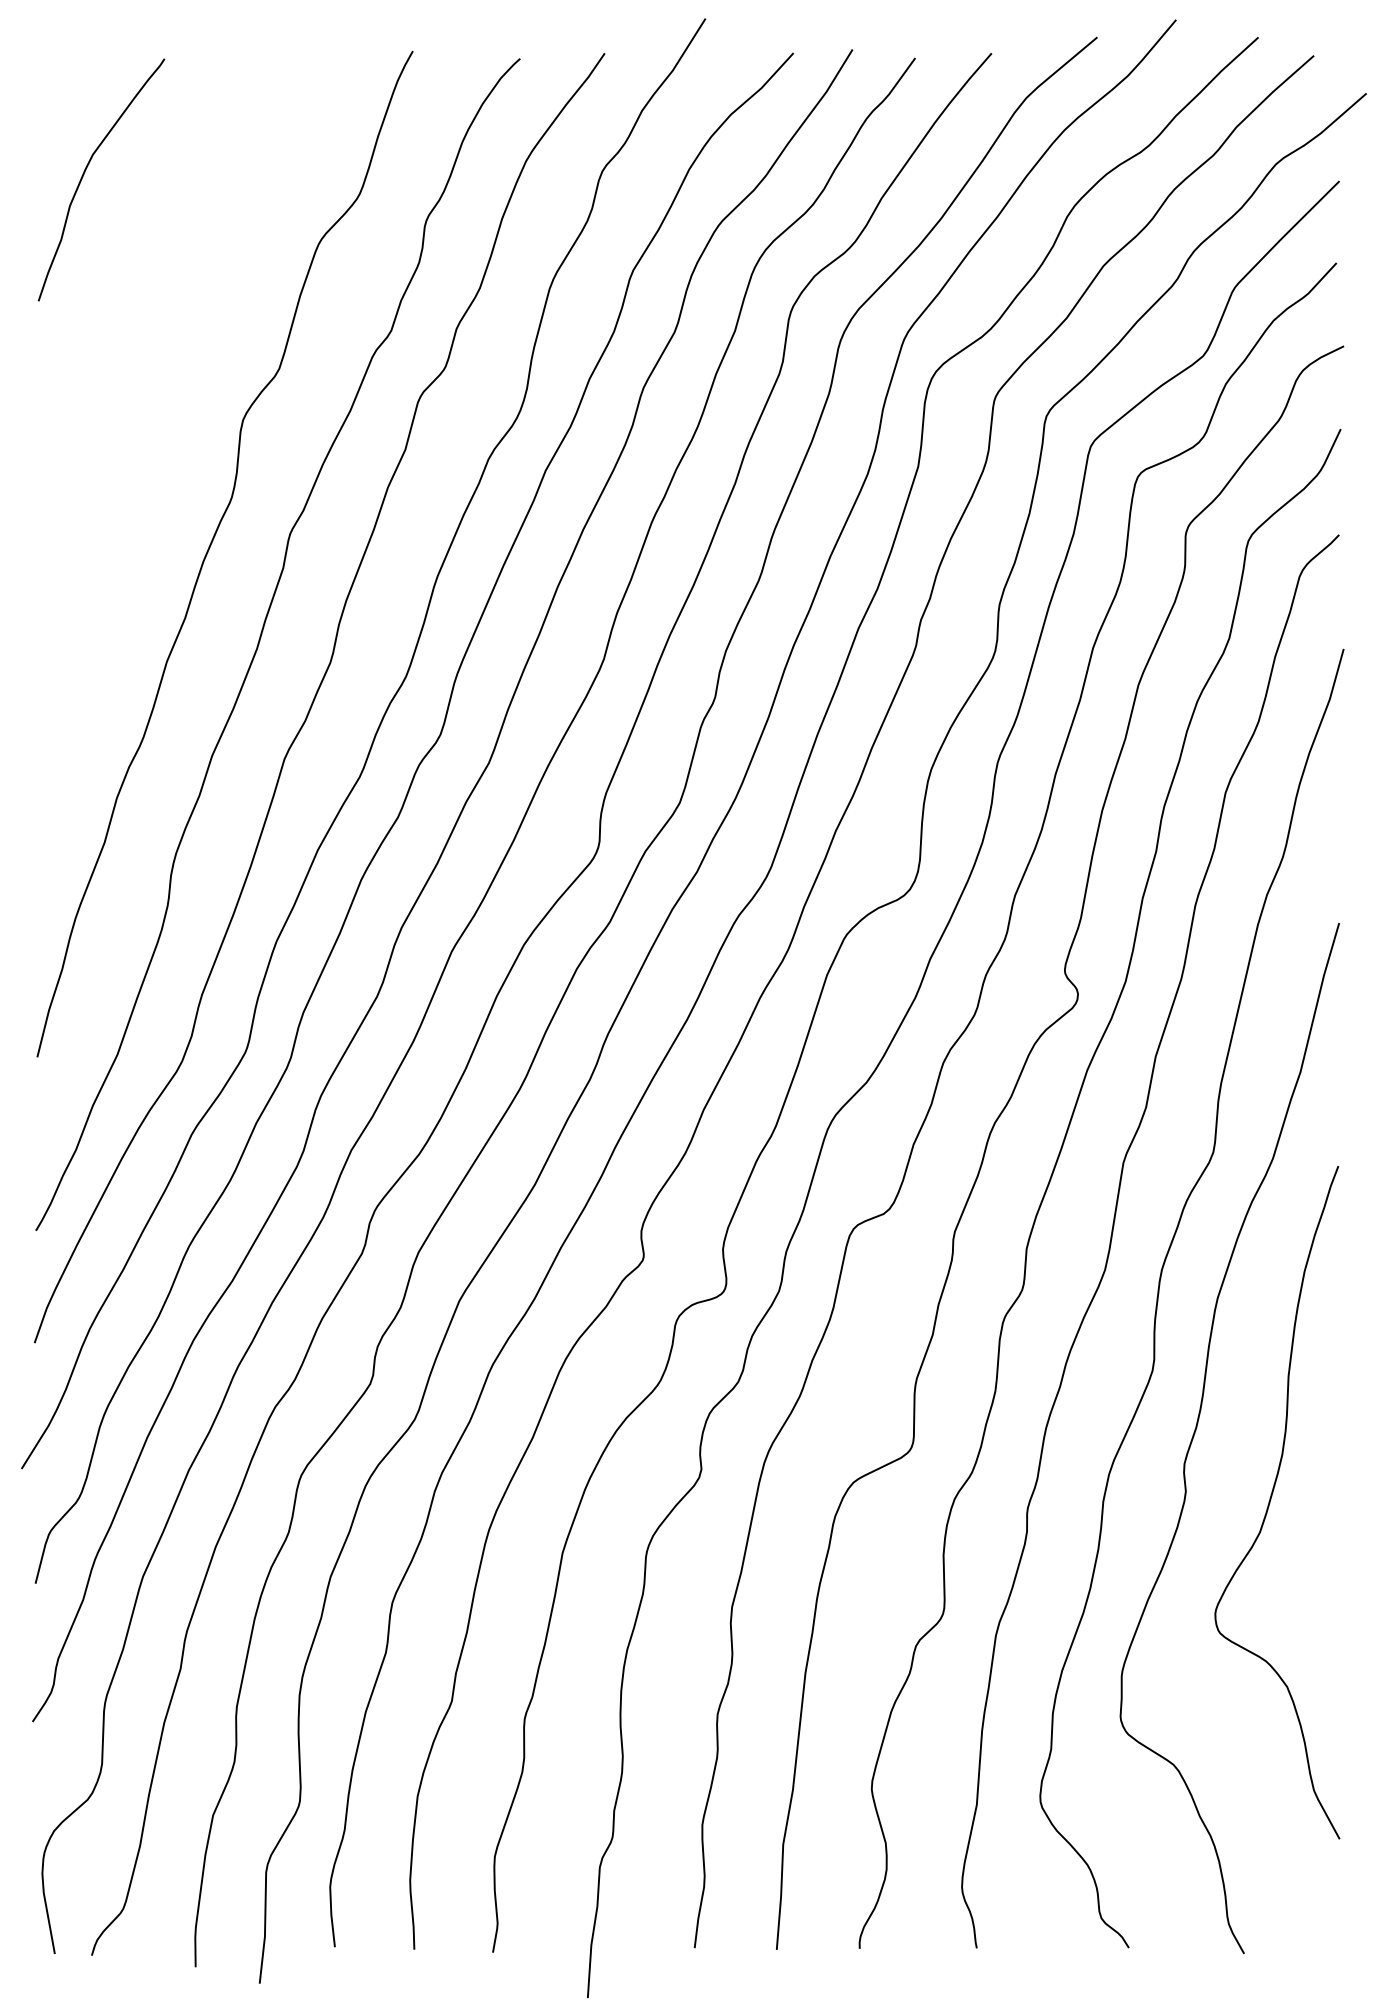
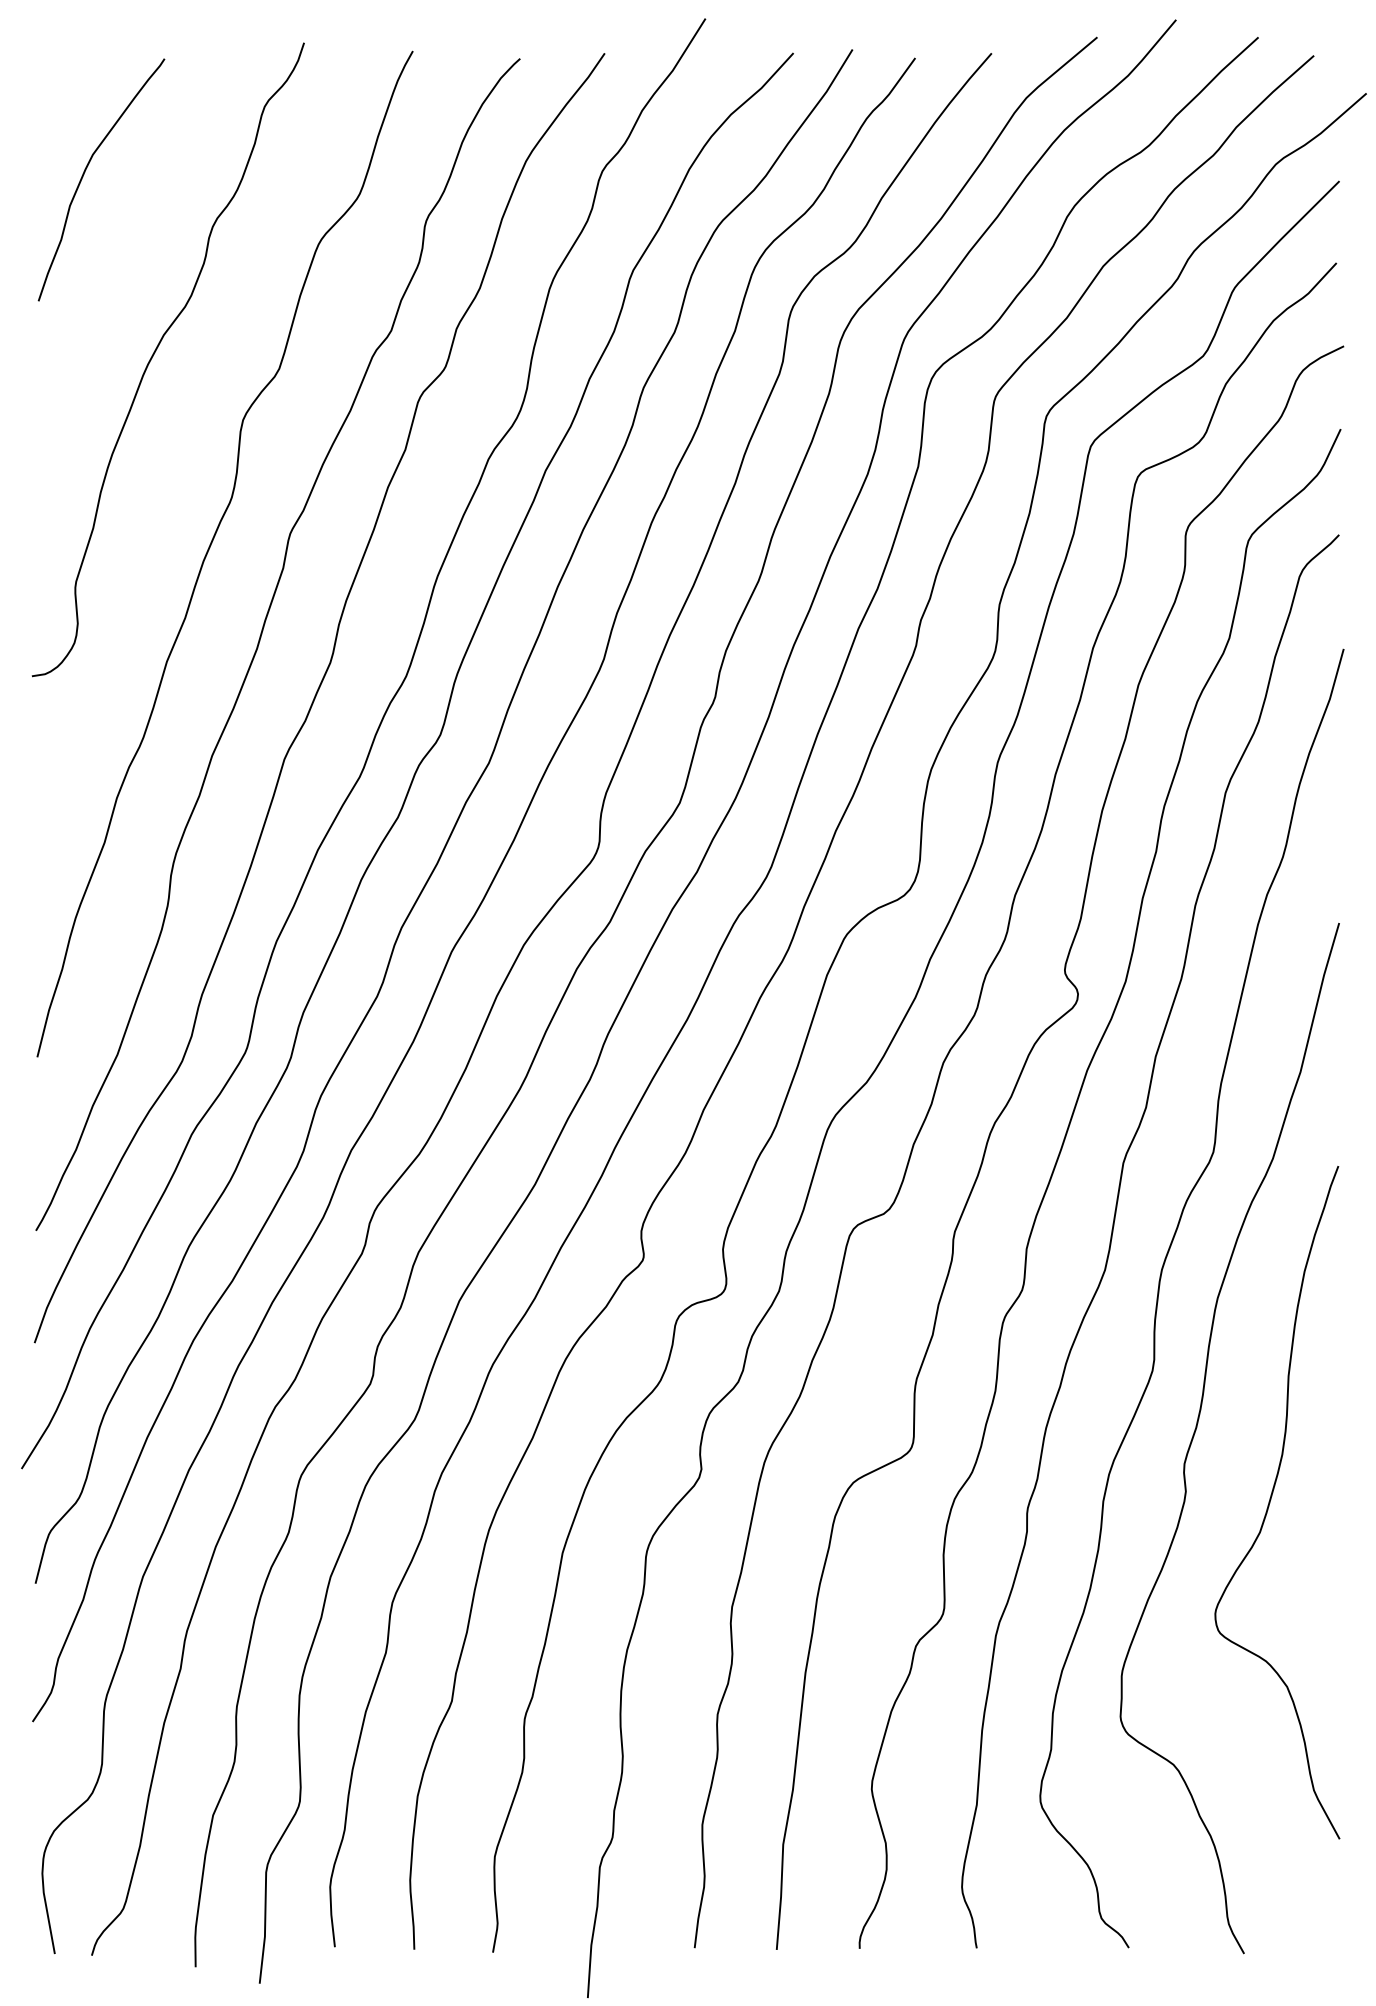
curve at (156, 351): none -> present
